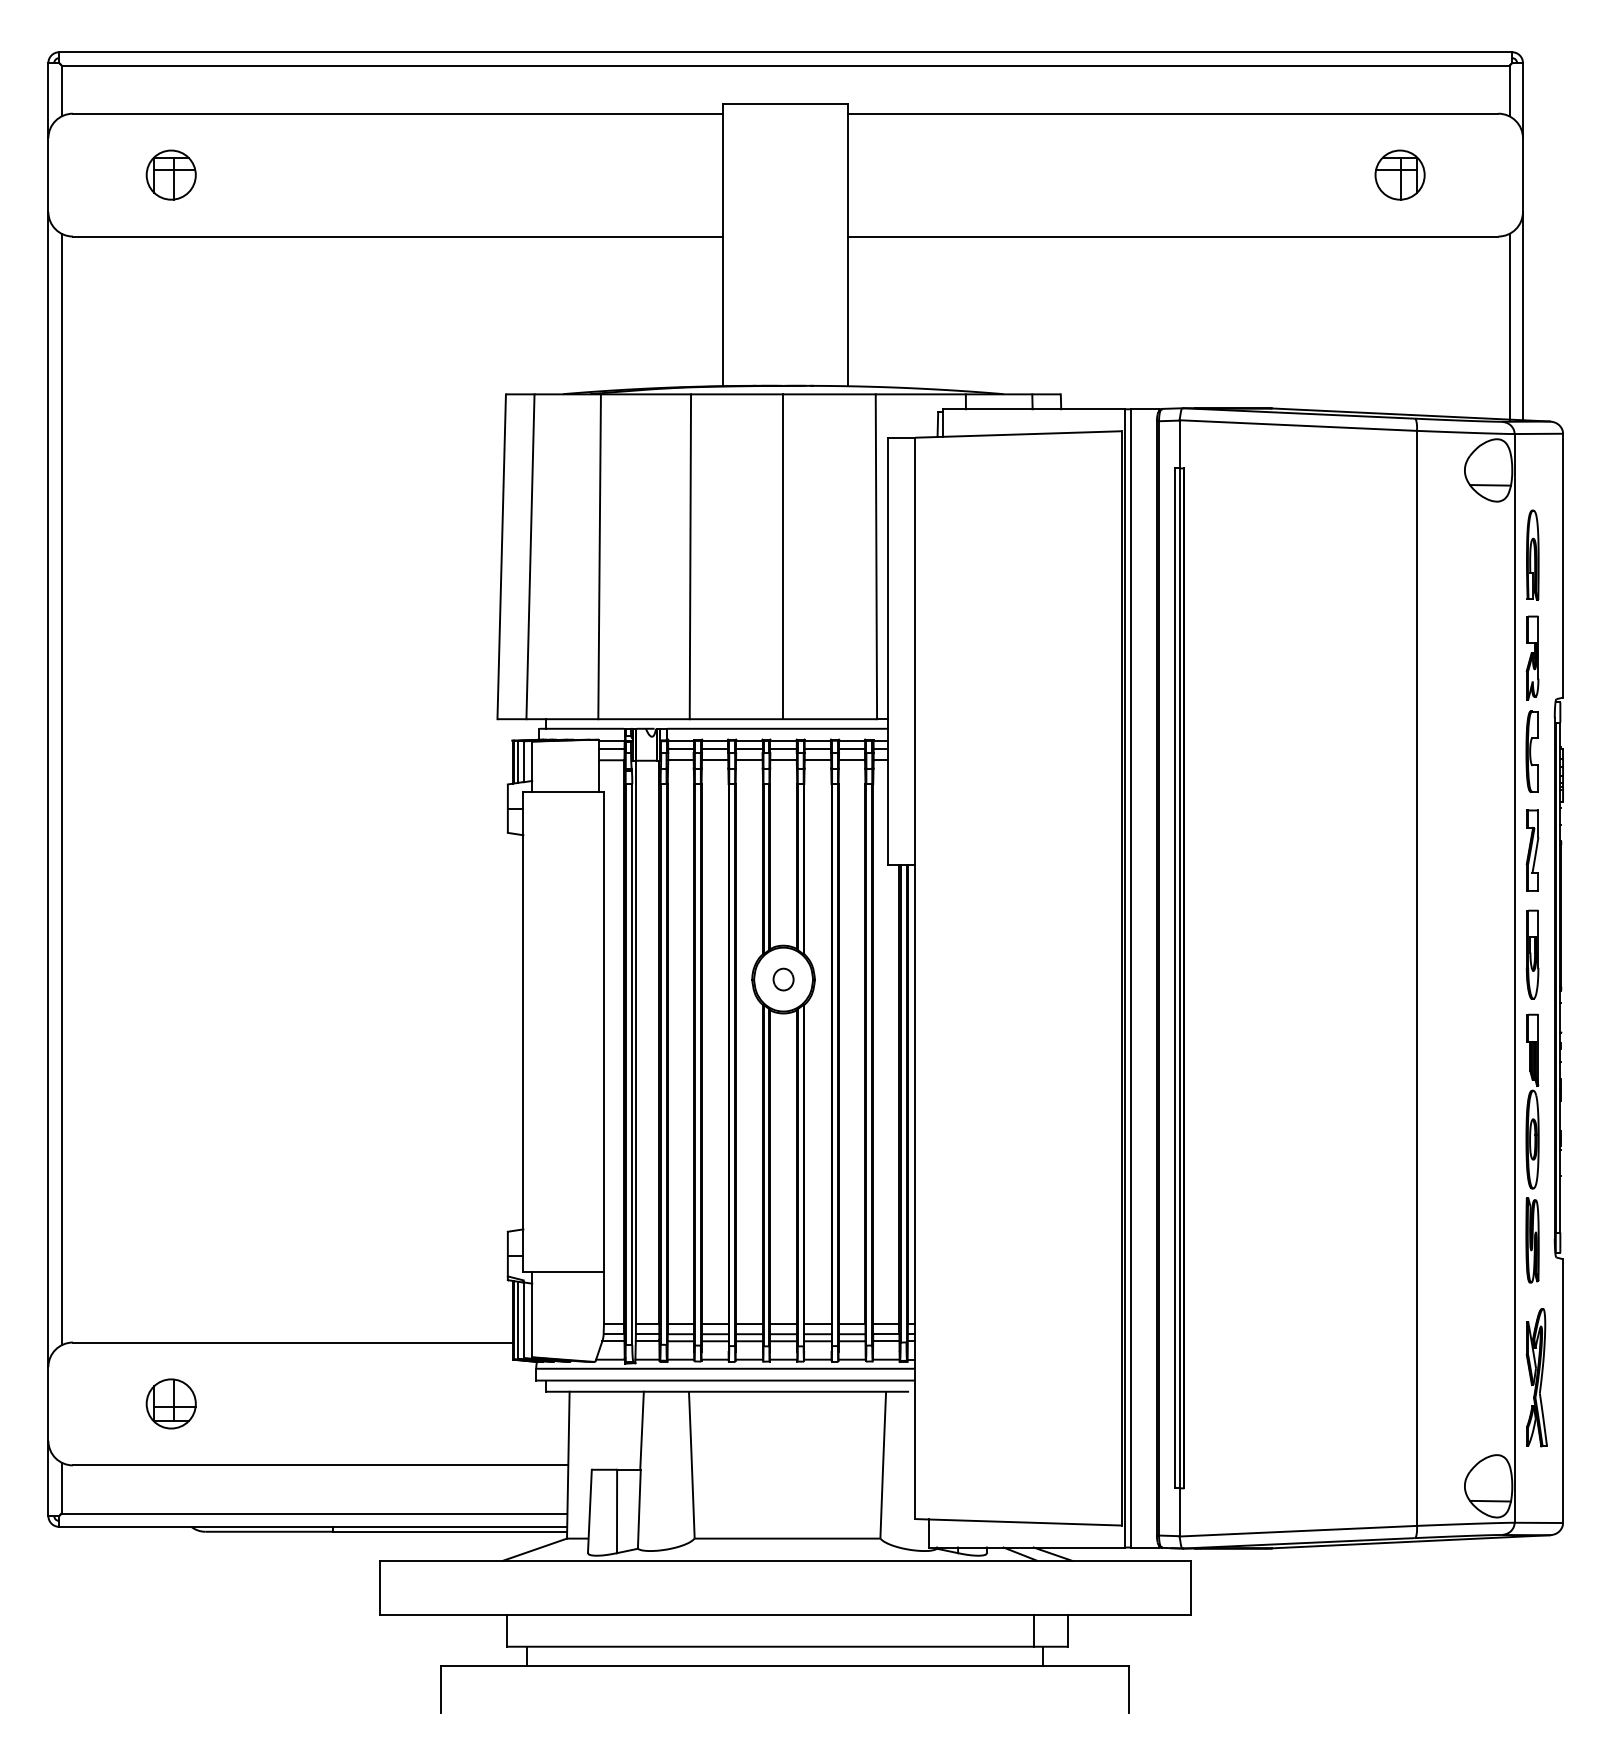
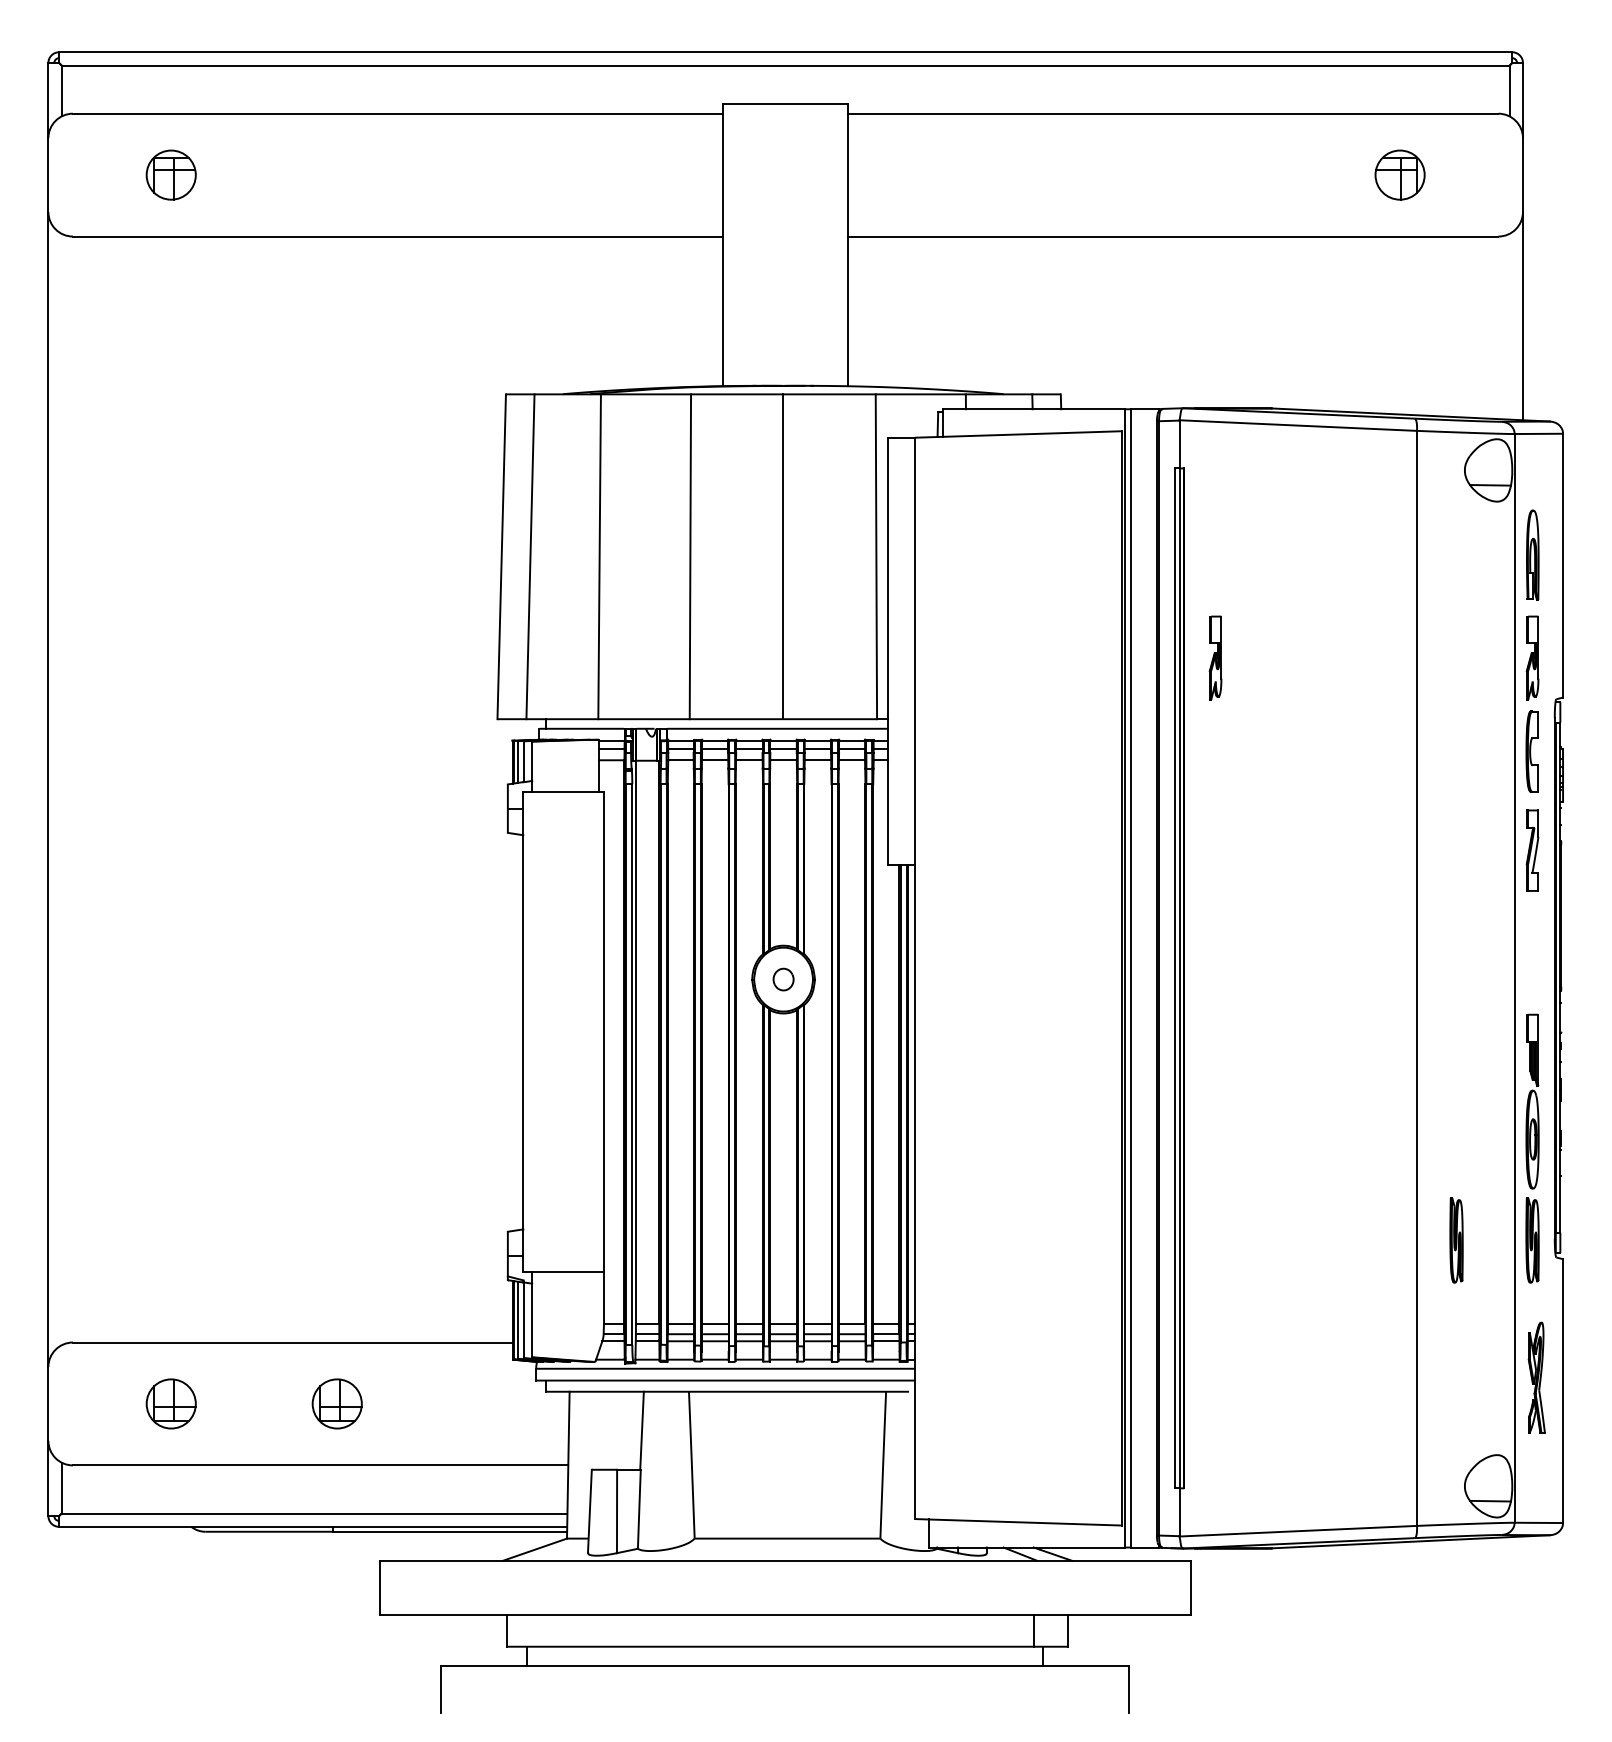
line at (1509, 326): present -> none
part at (1215, 657): none -> present
line at (61, 789): present -> none
part at (1532, 954): present -> none
part at (1456, 1240): none -> present
part at (1536, 1377) size: 23x140 px -> 19x113 px
part at (336, 1403): none -> present
